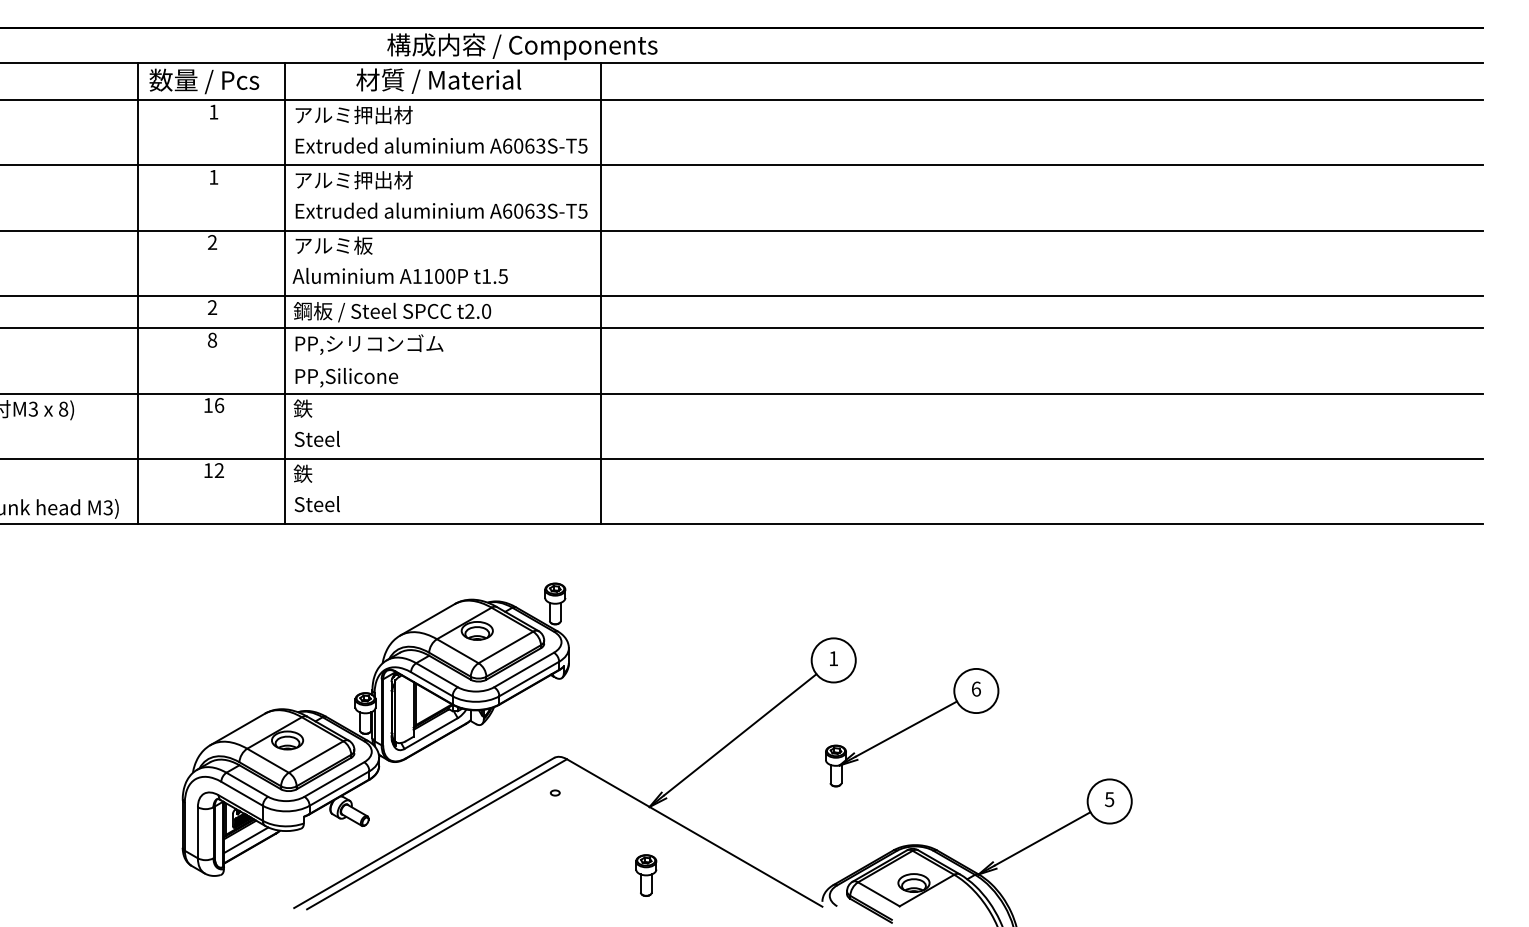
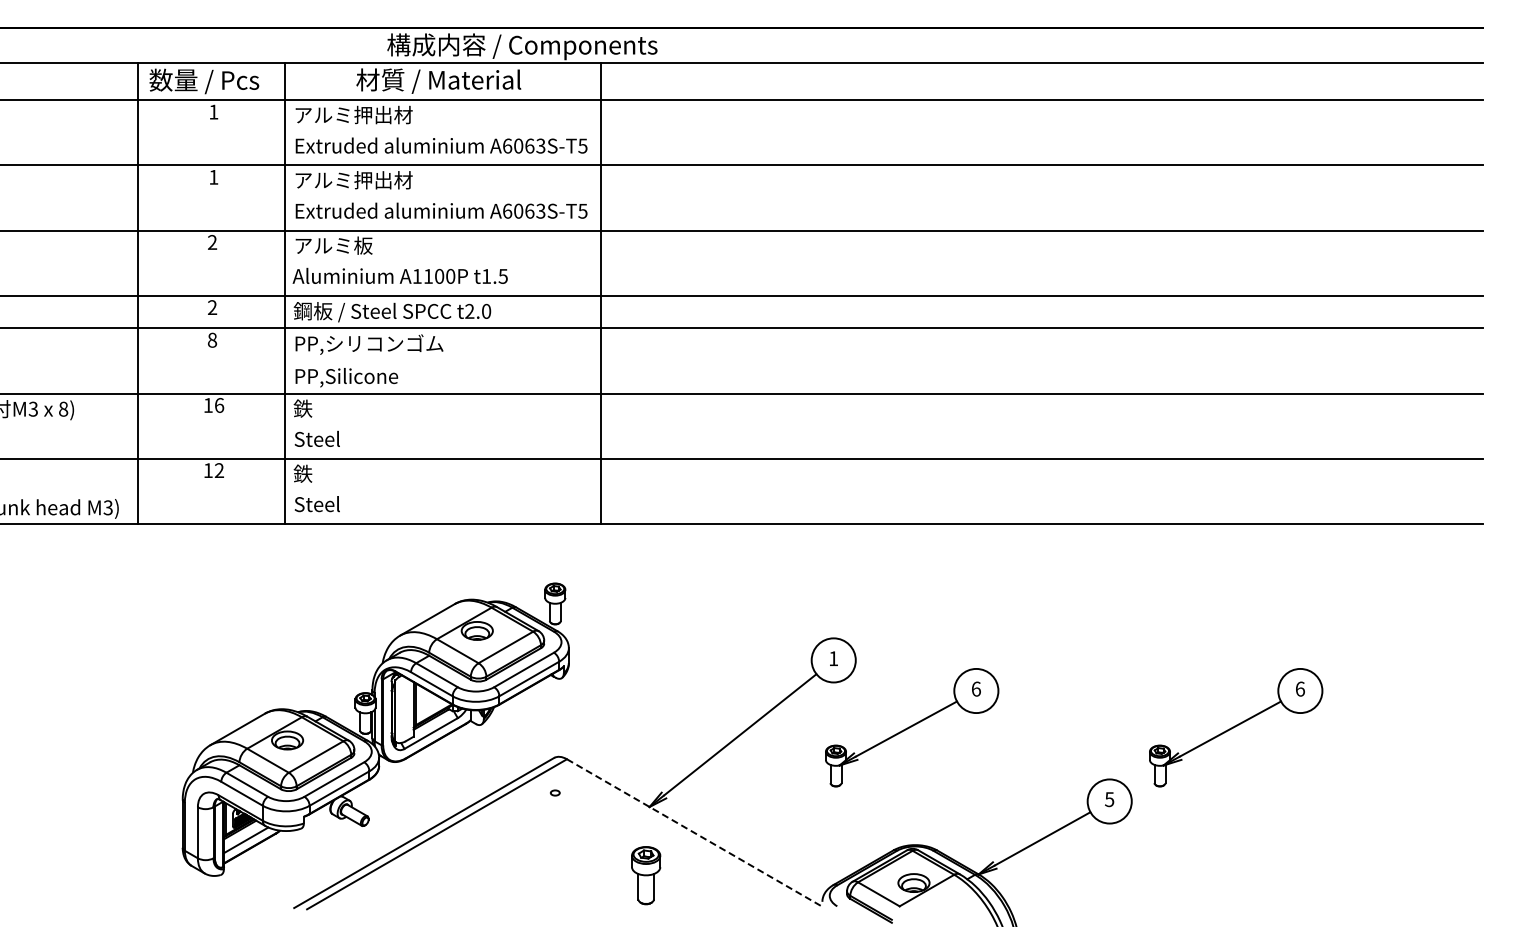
part at (1236, 727): none -> present
line at (695, 833): solid -> dashed
part at (646, 875) size: 23x43 px -> 31x60 px
